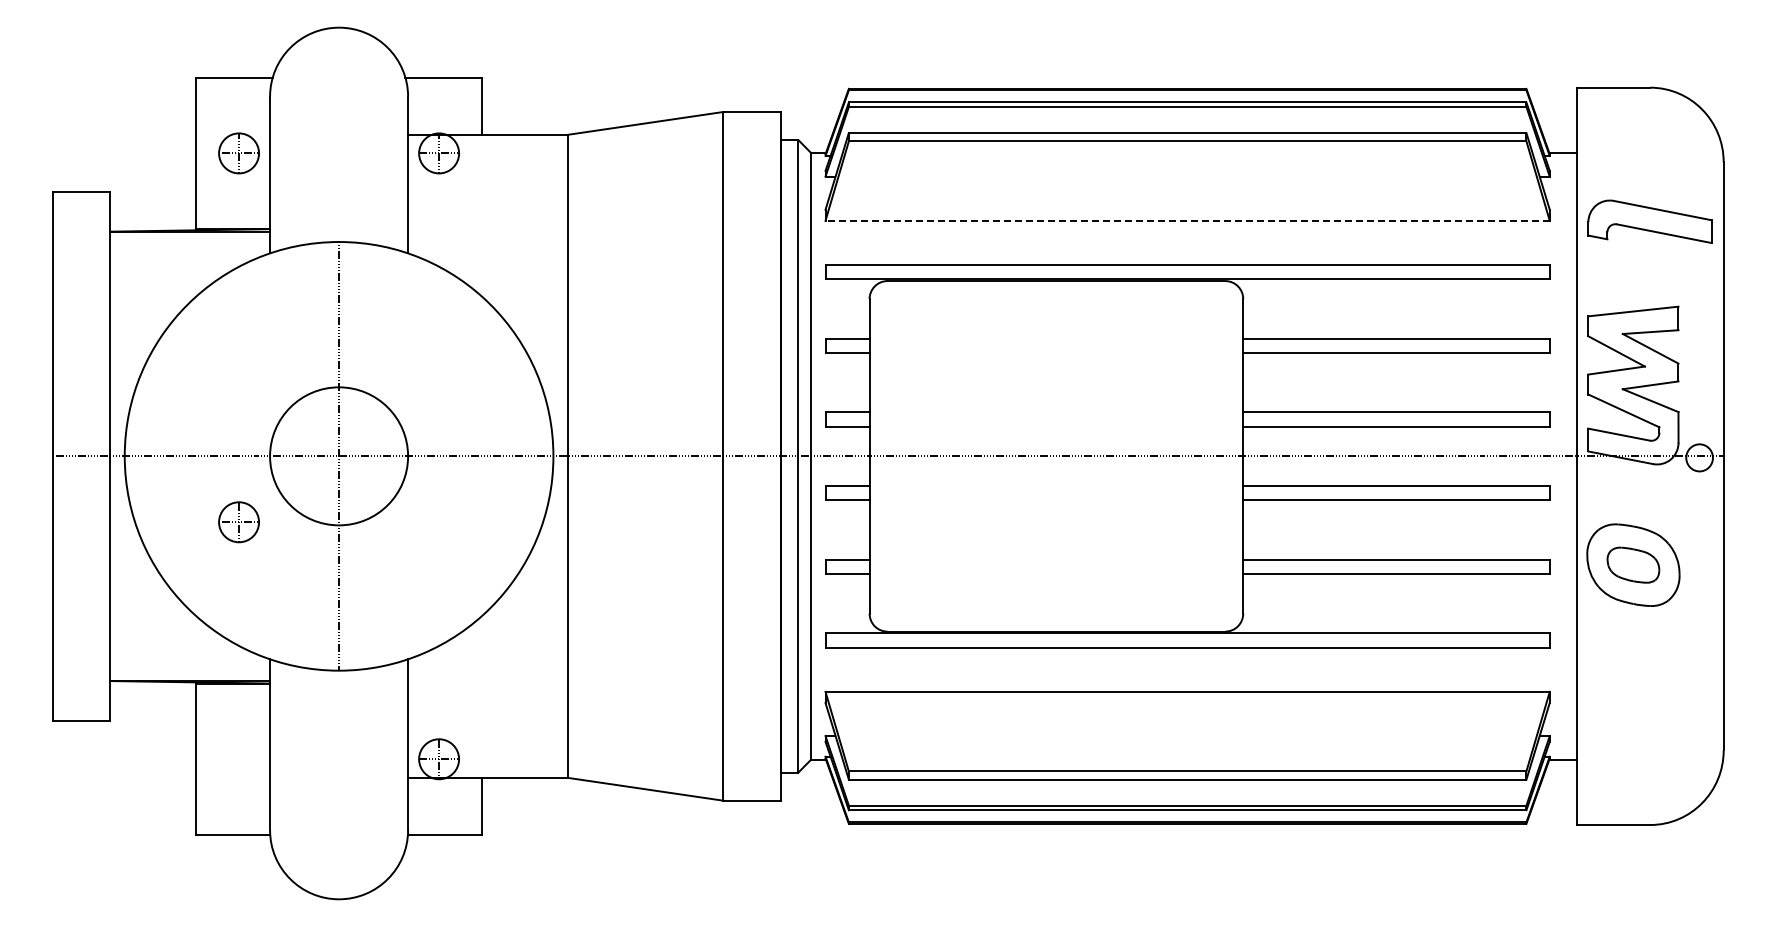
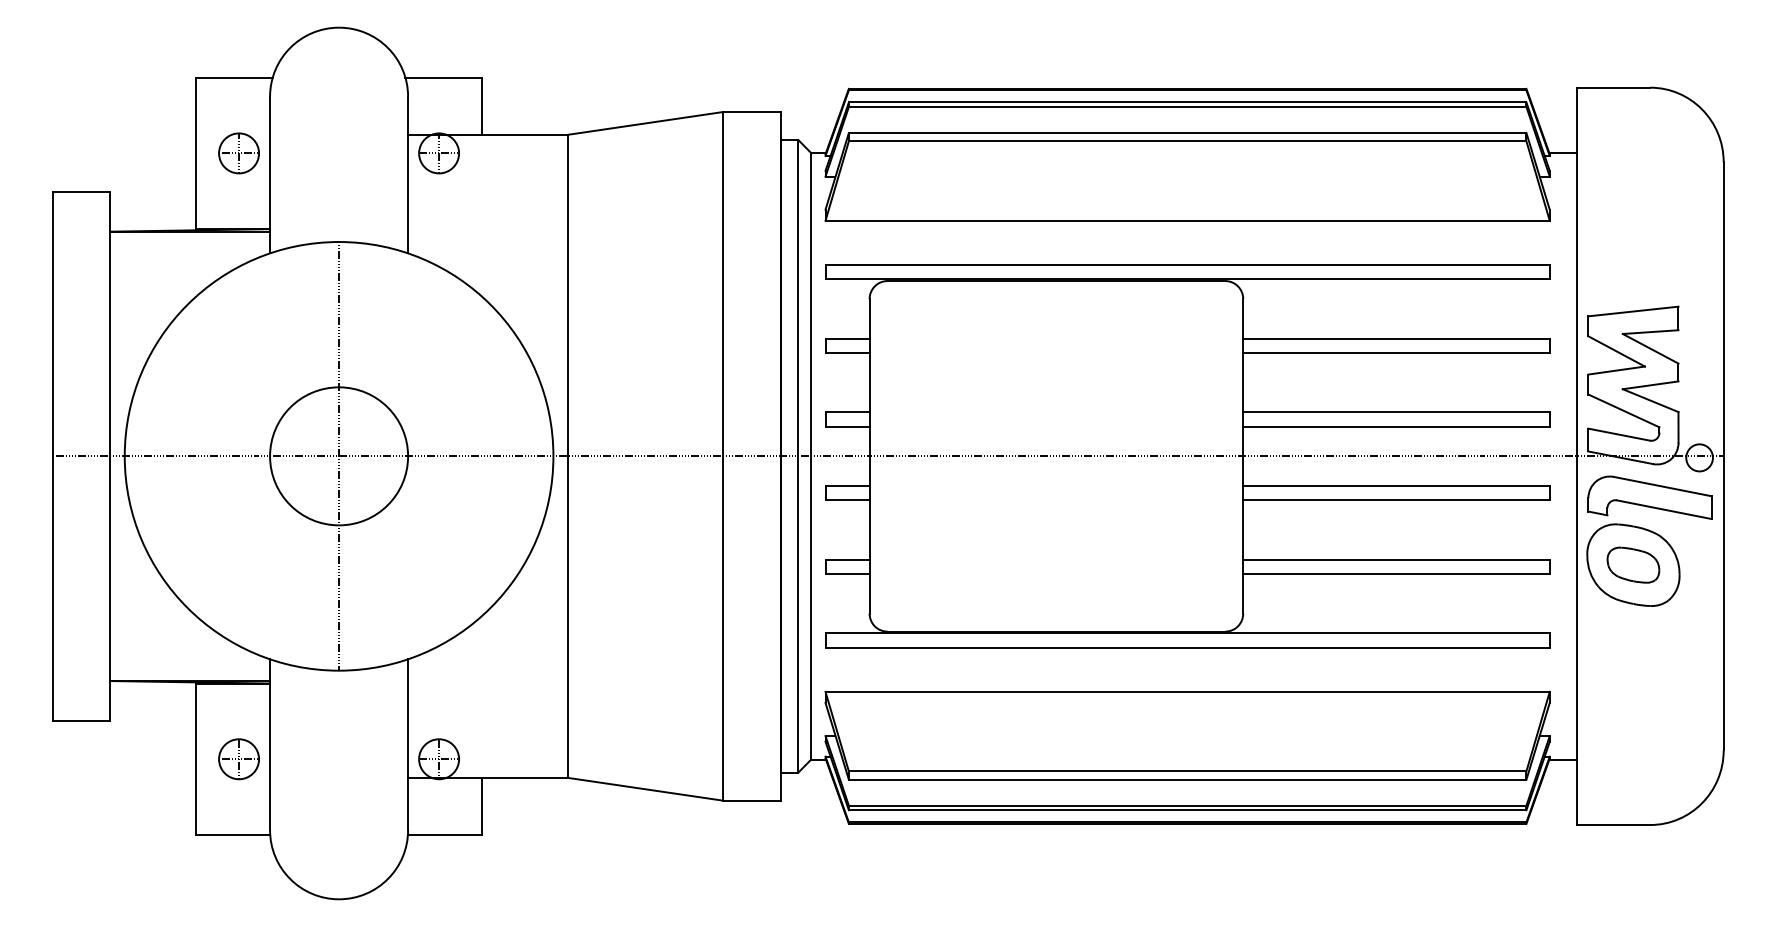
line at (1187, 220): dashed -> solid
part at (1649, 221) position: (1649, 221) -> (1649, 497)
part at (238, 522) position: (238, 522) -> (238, 759)
